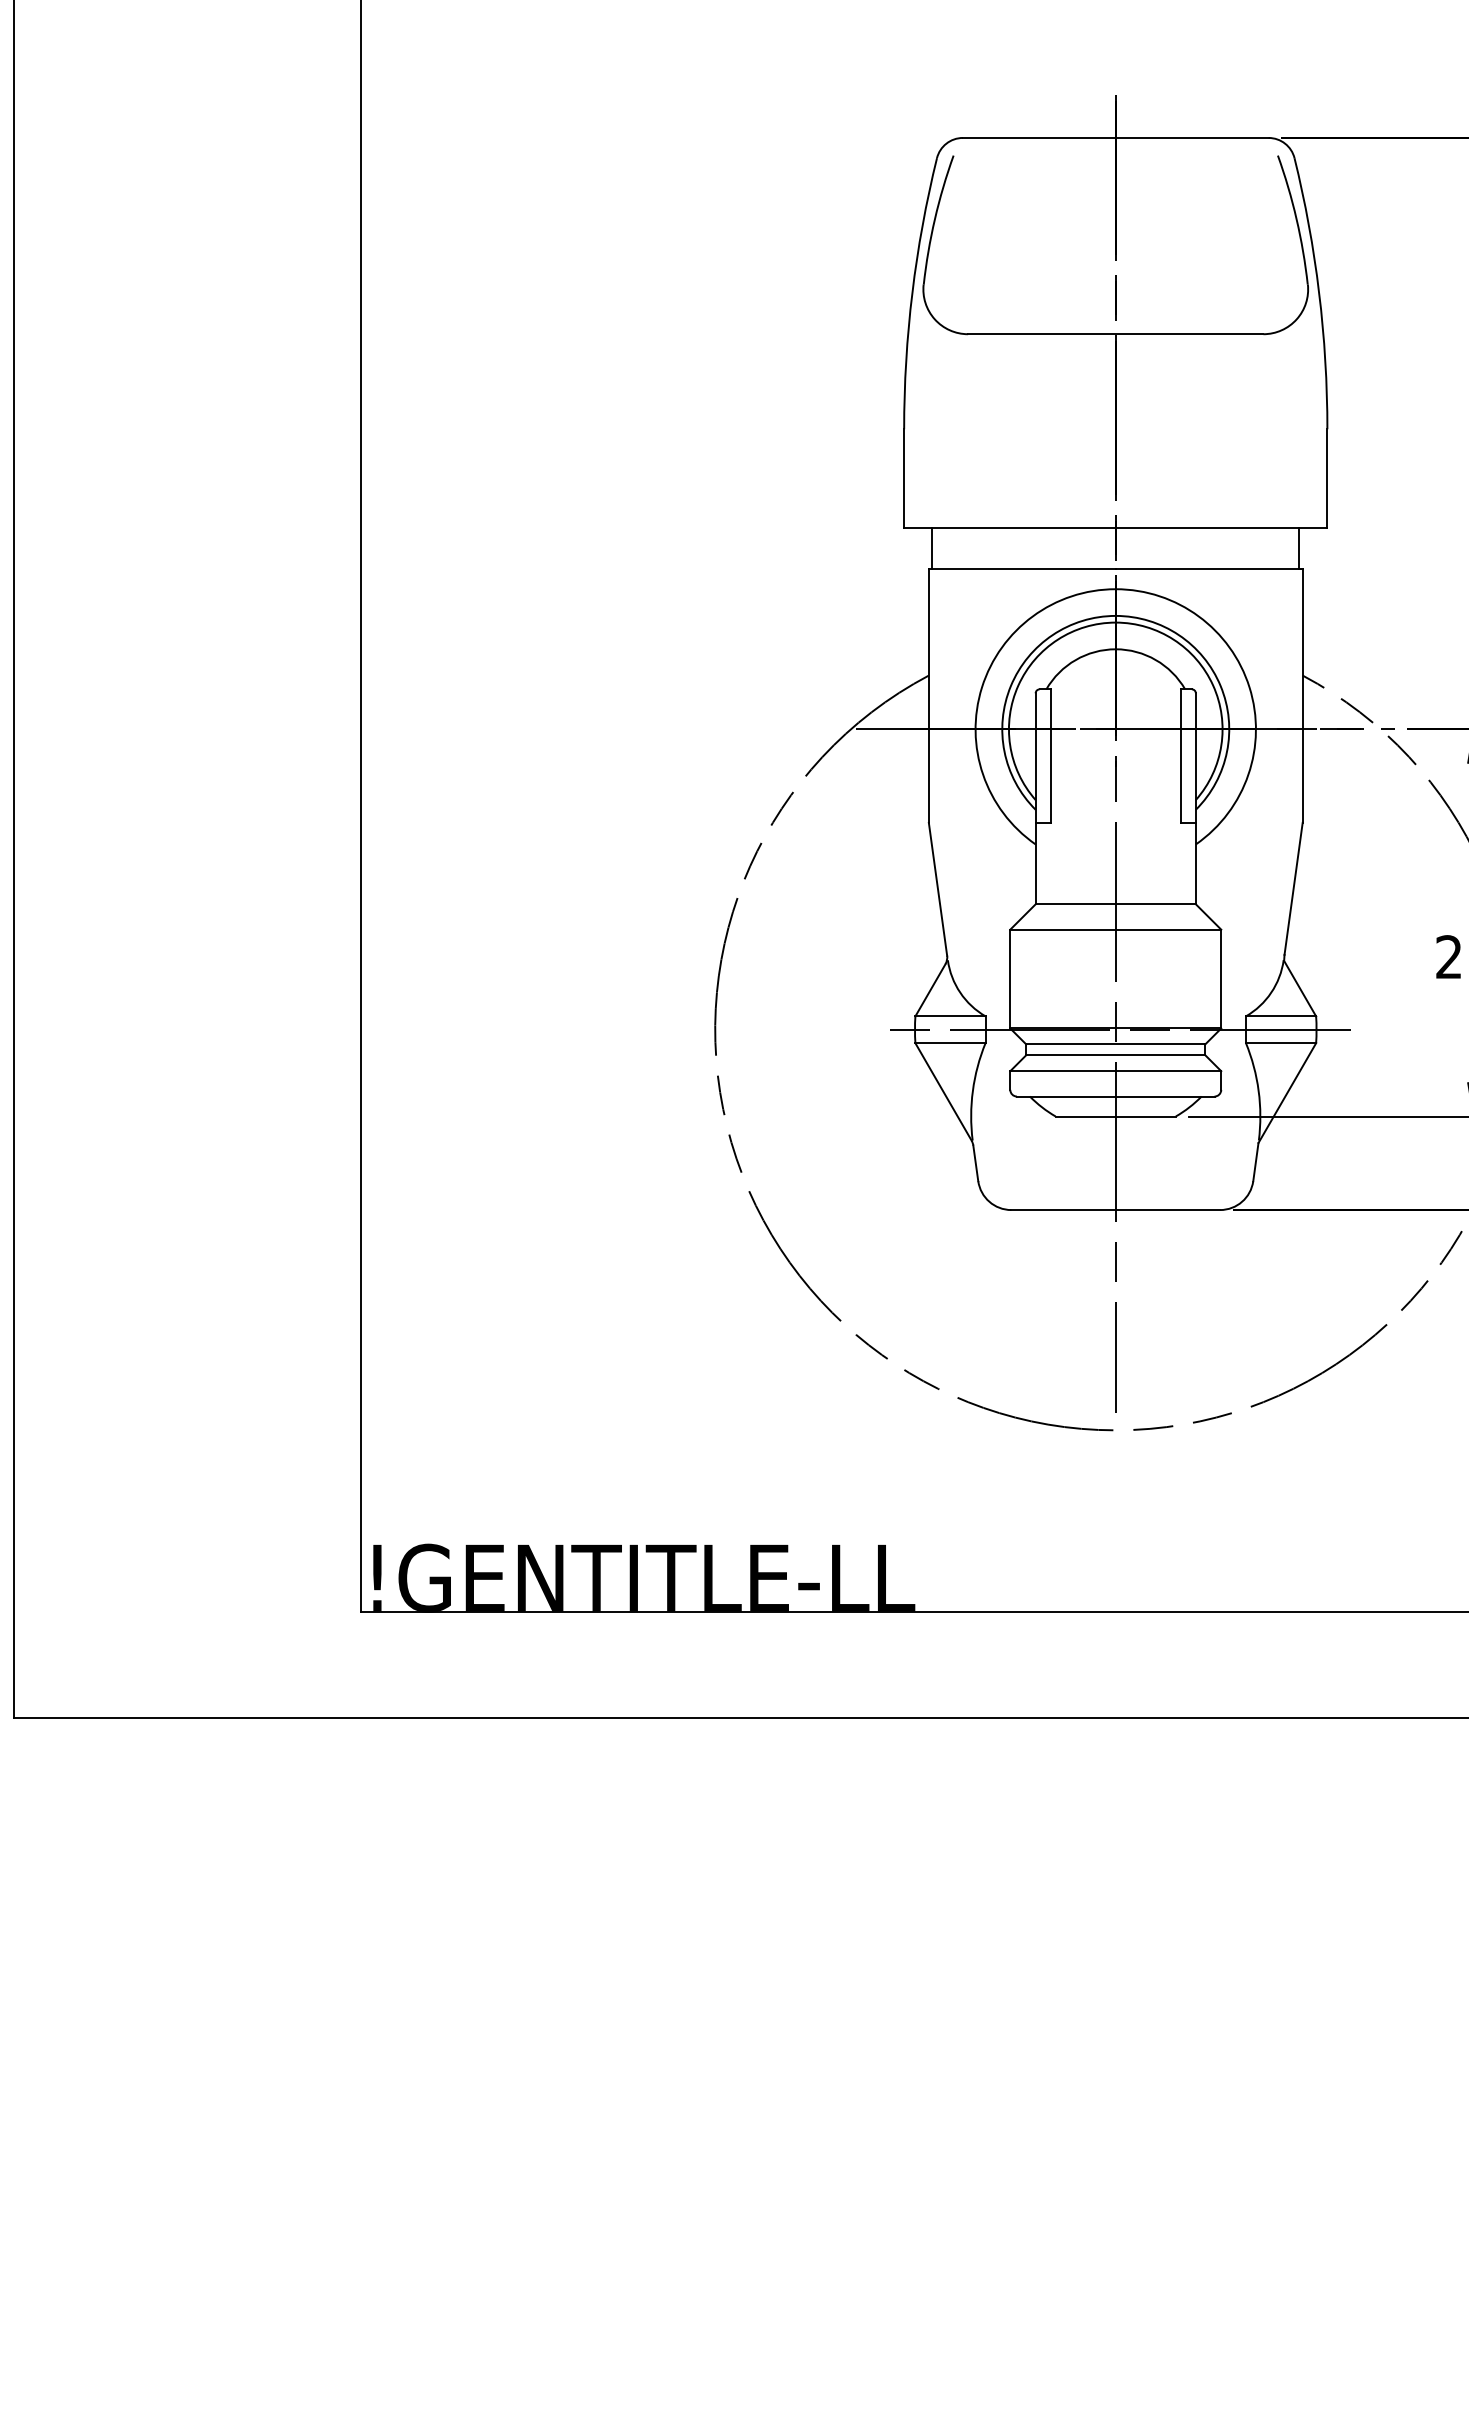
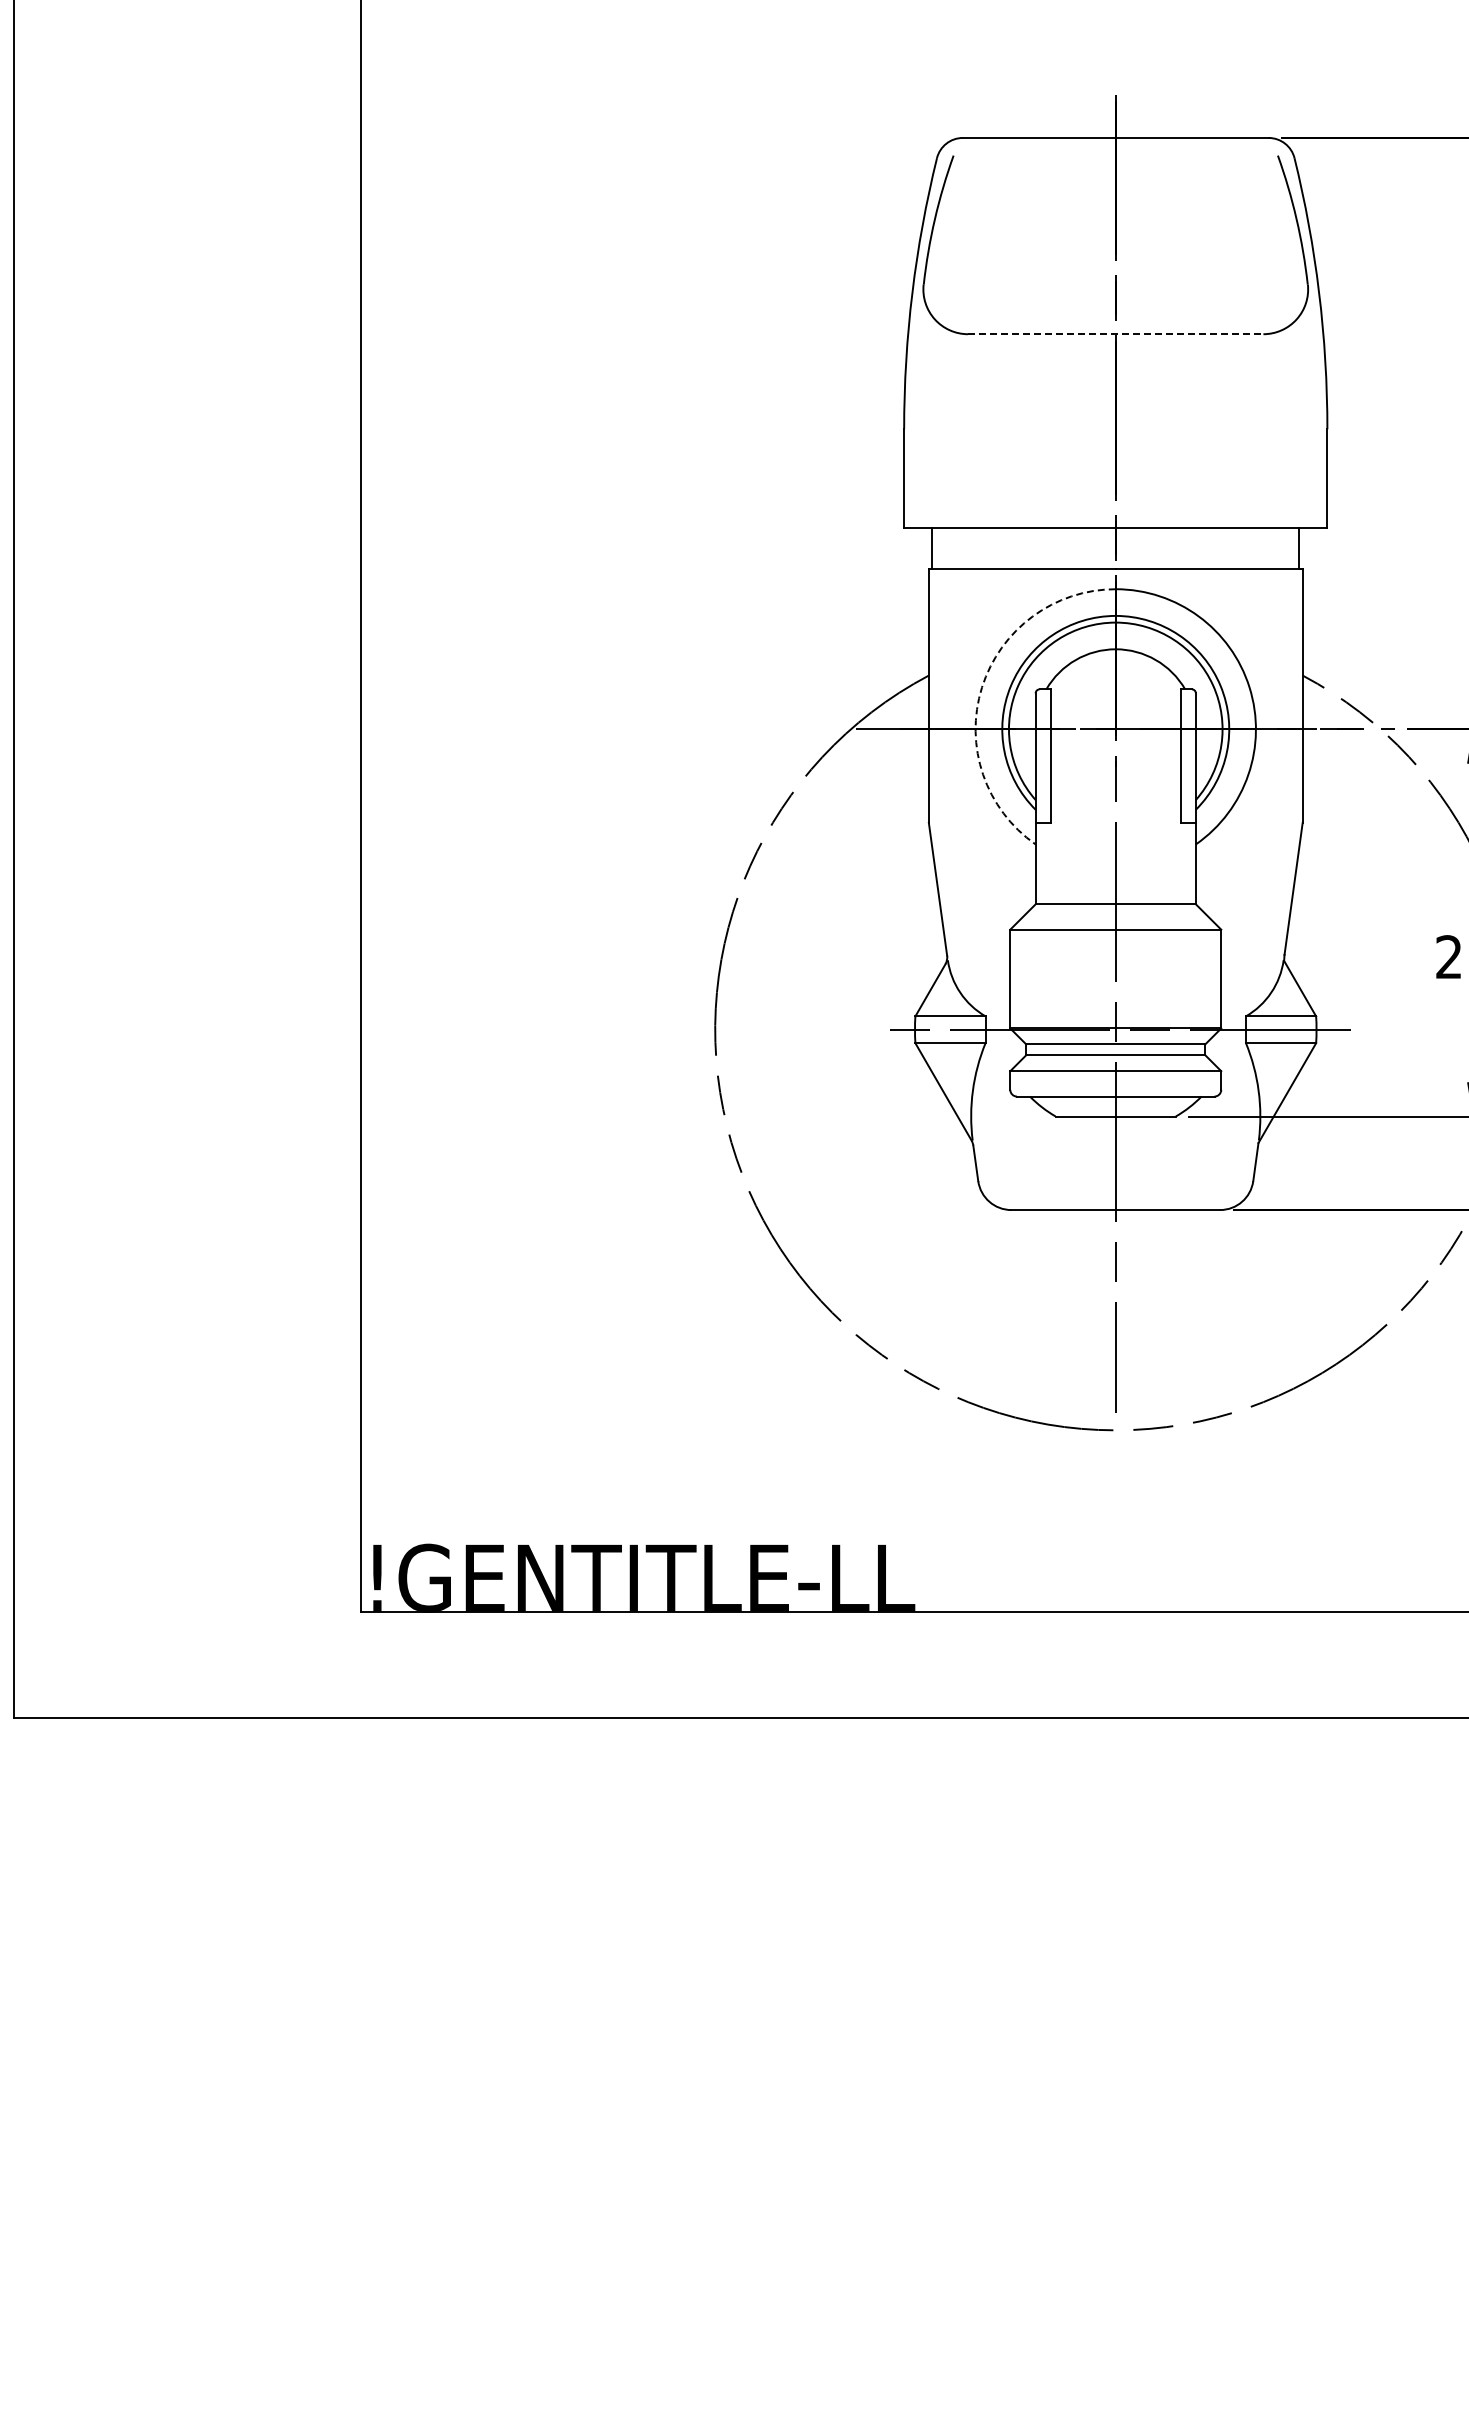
line at (1115, 334): solid -> dashed
arc at (982, 687): solid -> dashed
